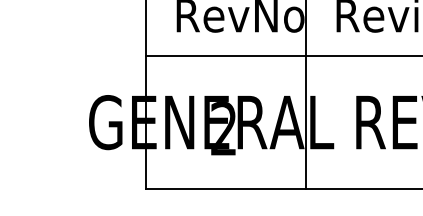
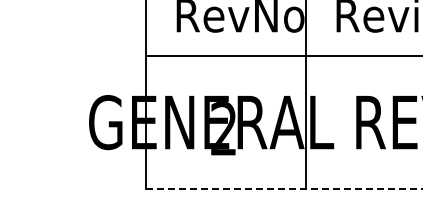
line at (284, 188): solid -> dashed
